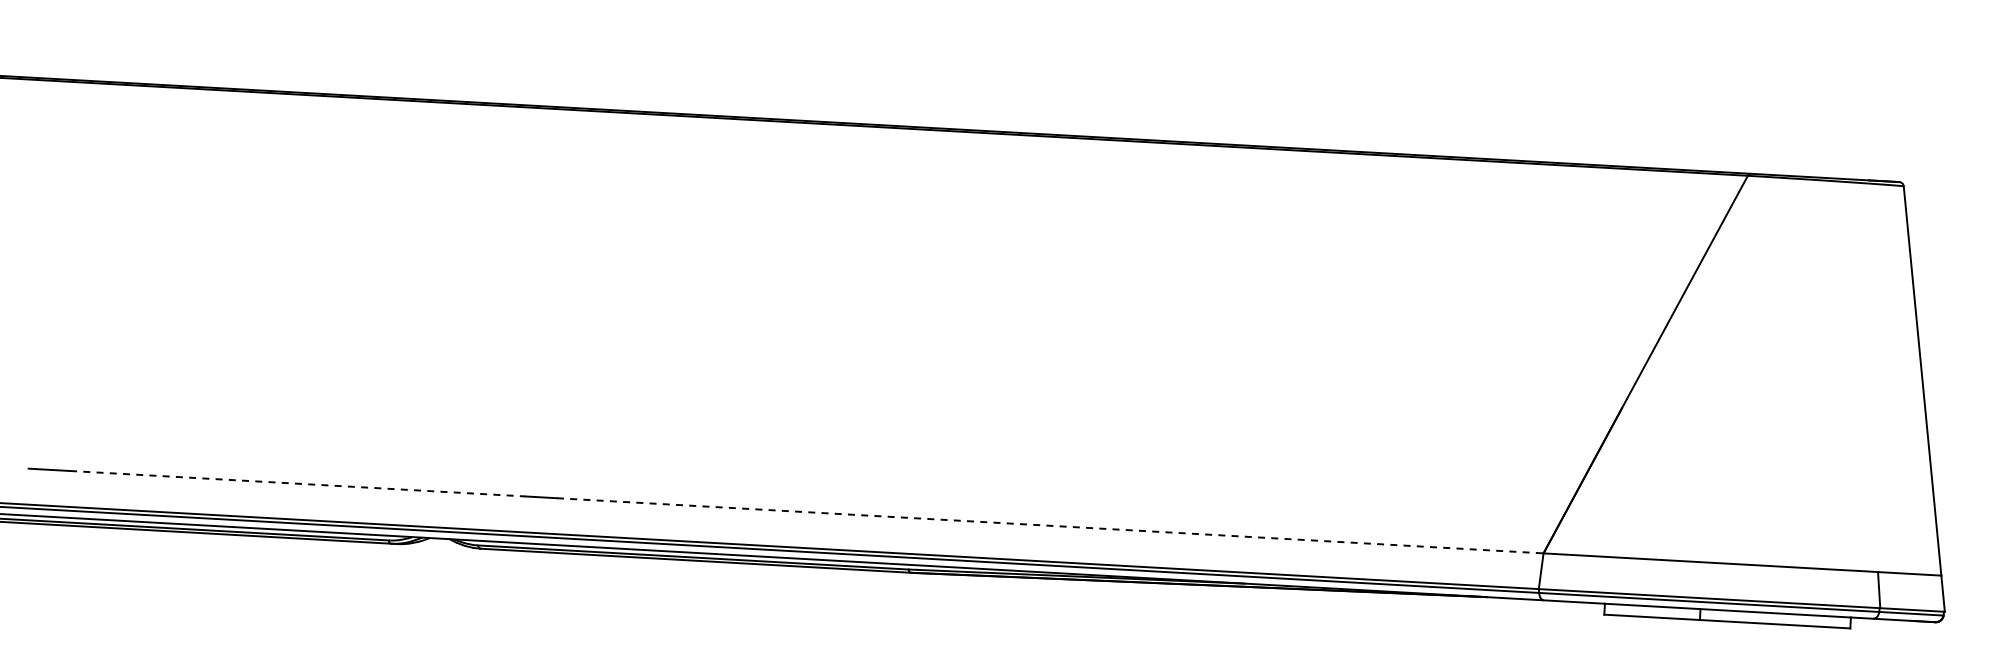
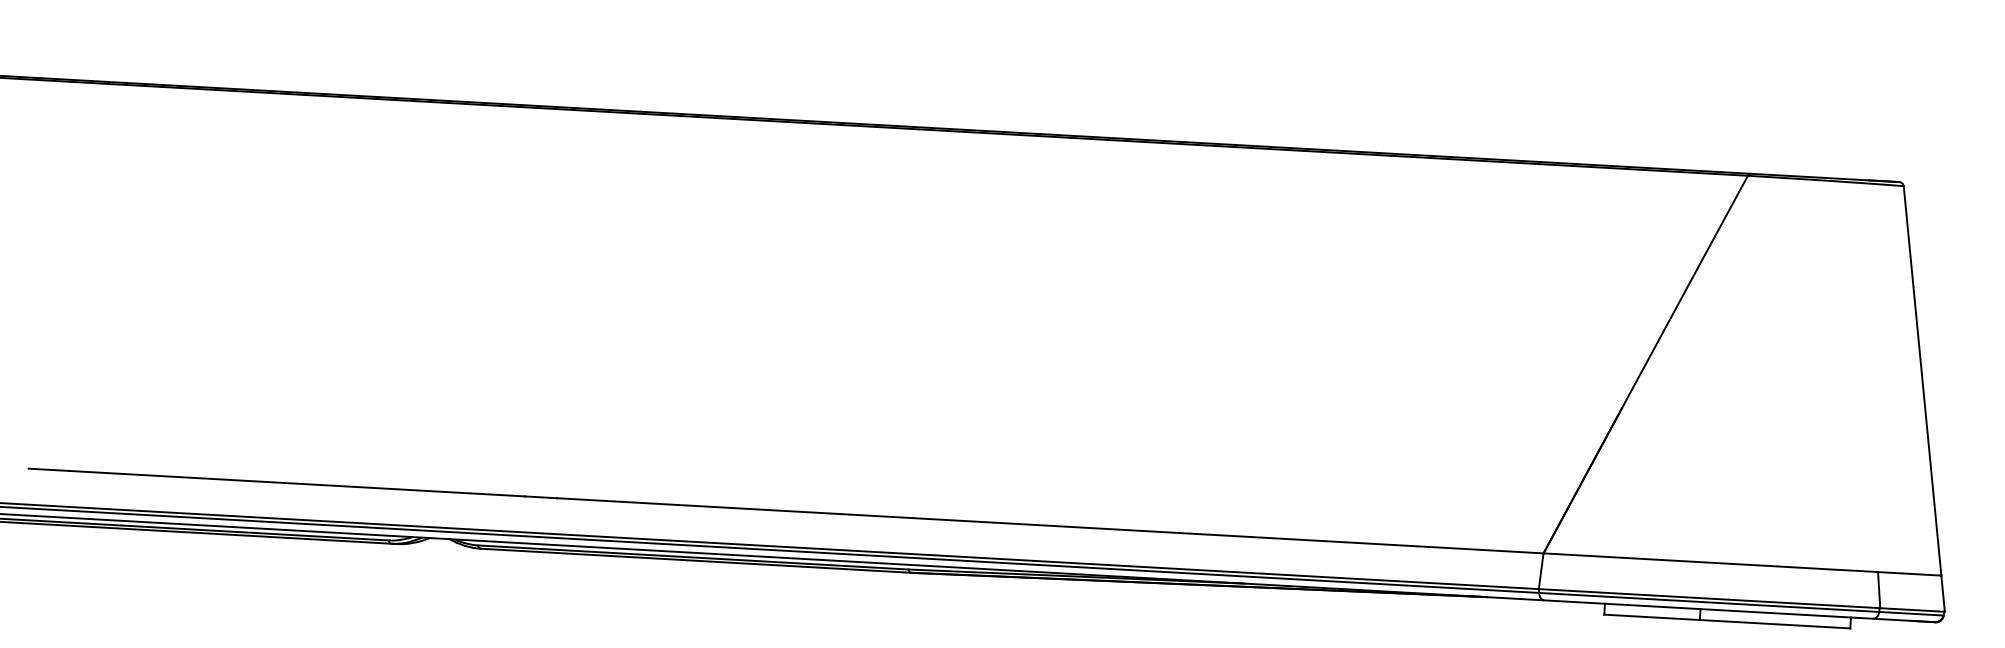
line at (297, 483): dashed -> solid
line at (1050, 525): dashed -> solid
